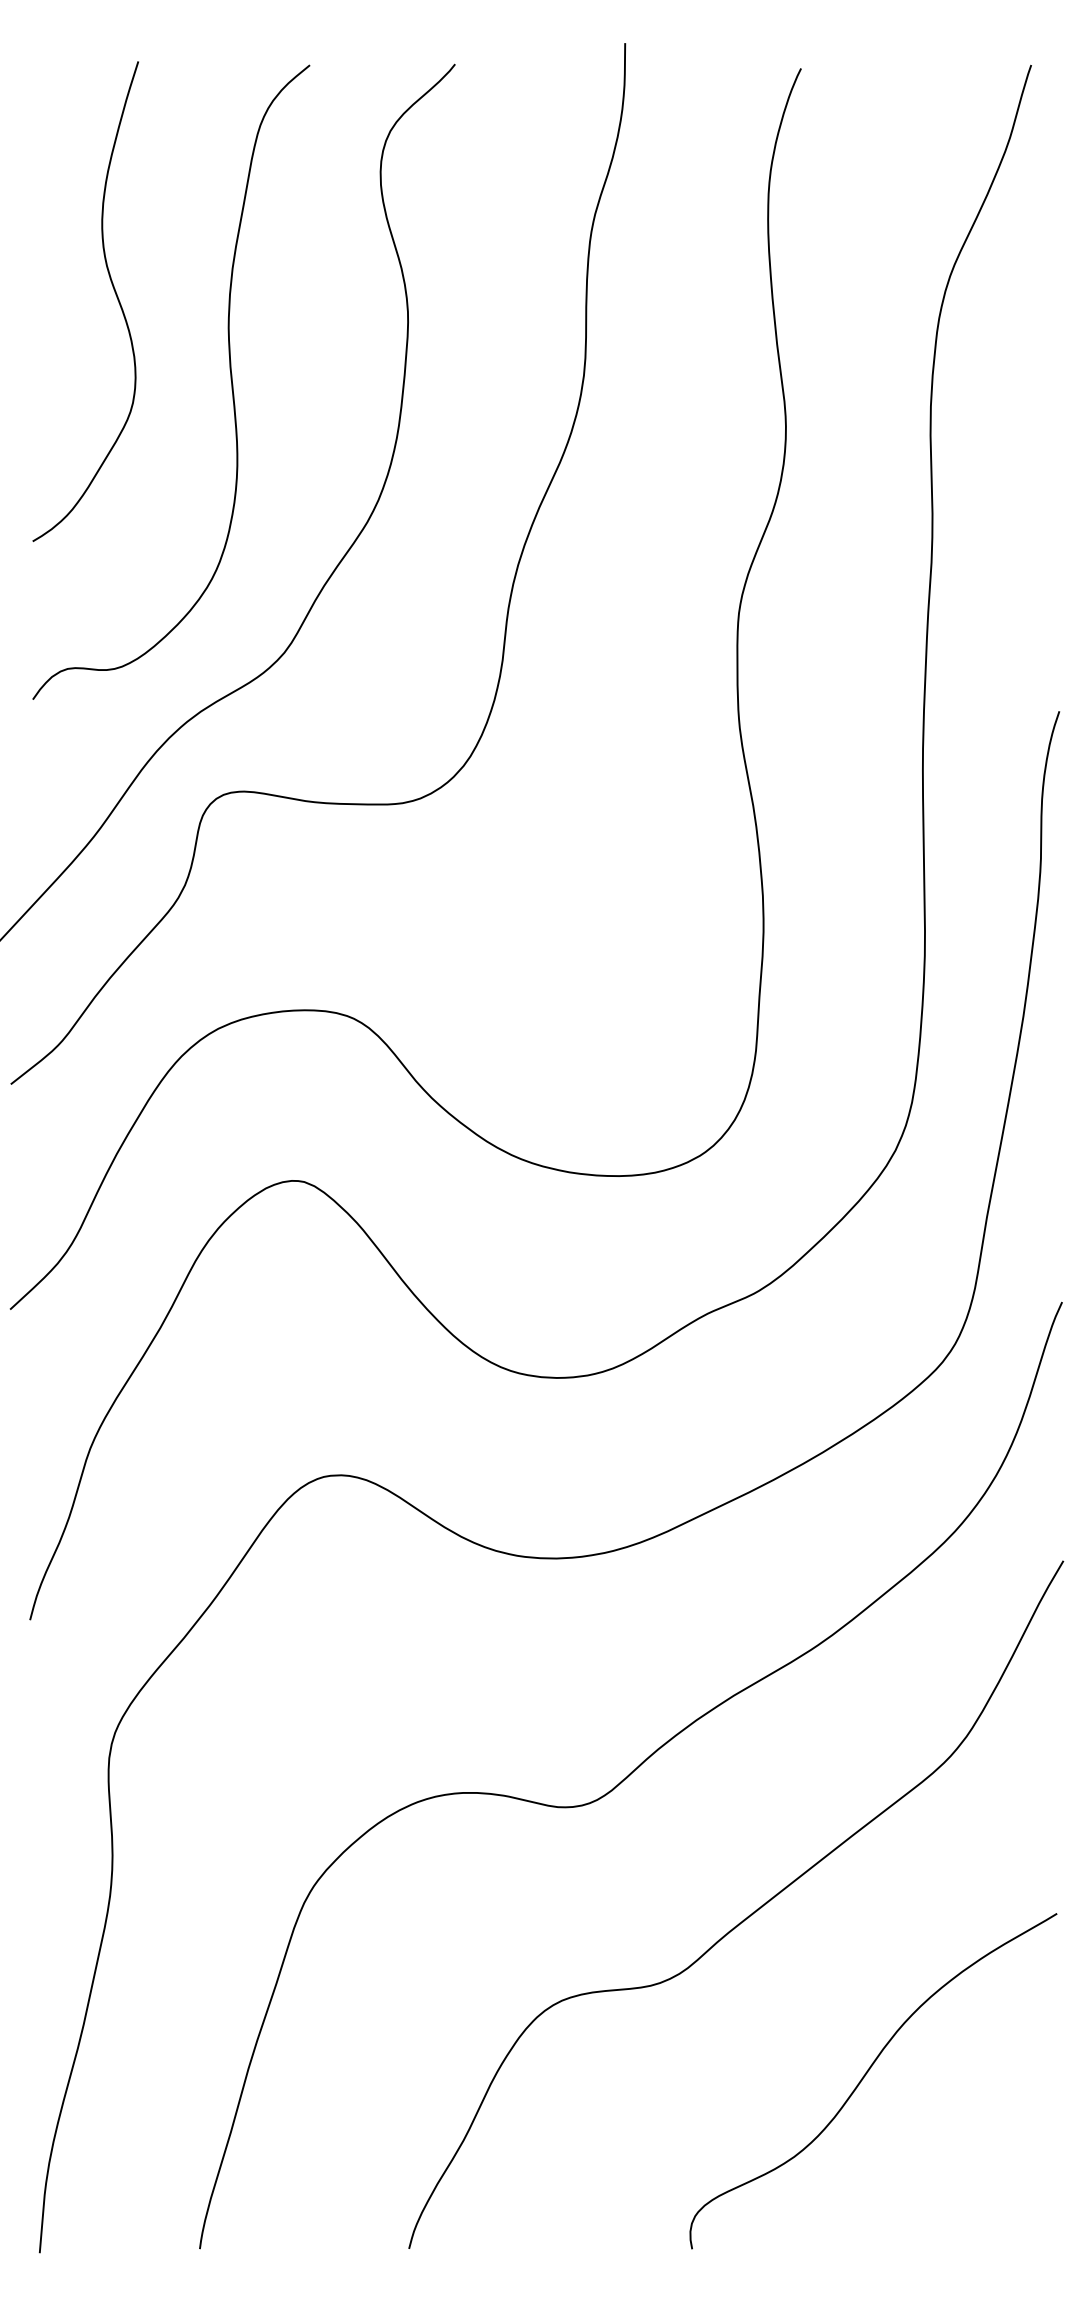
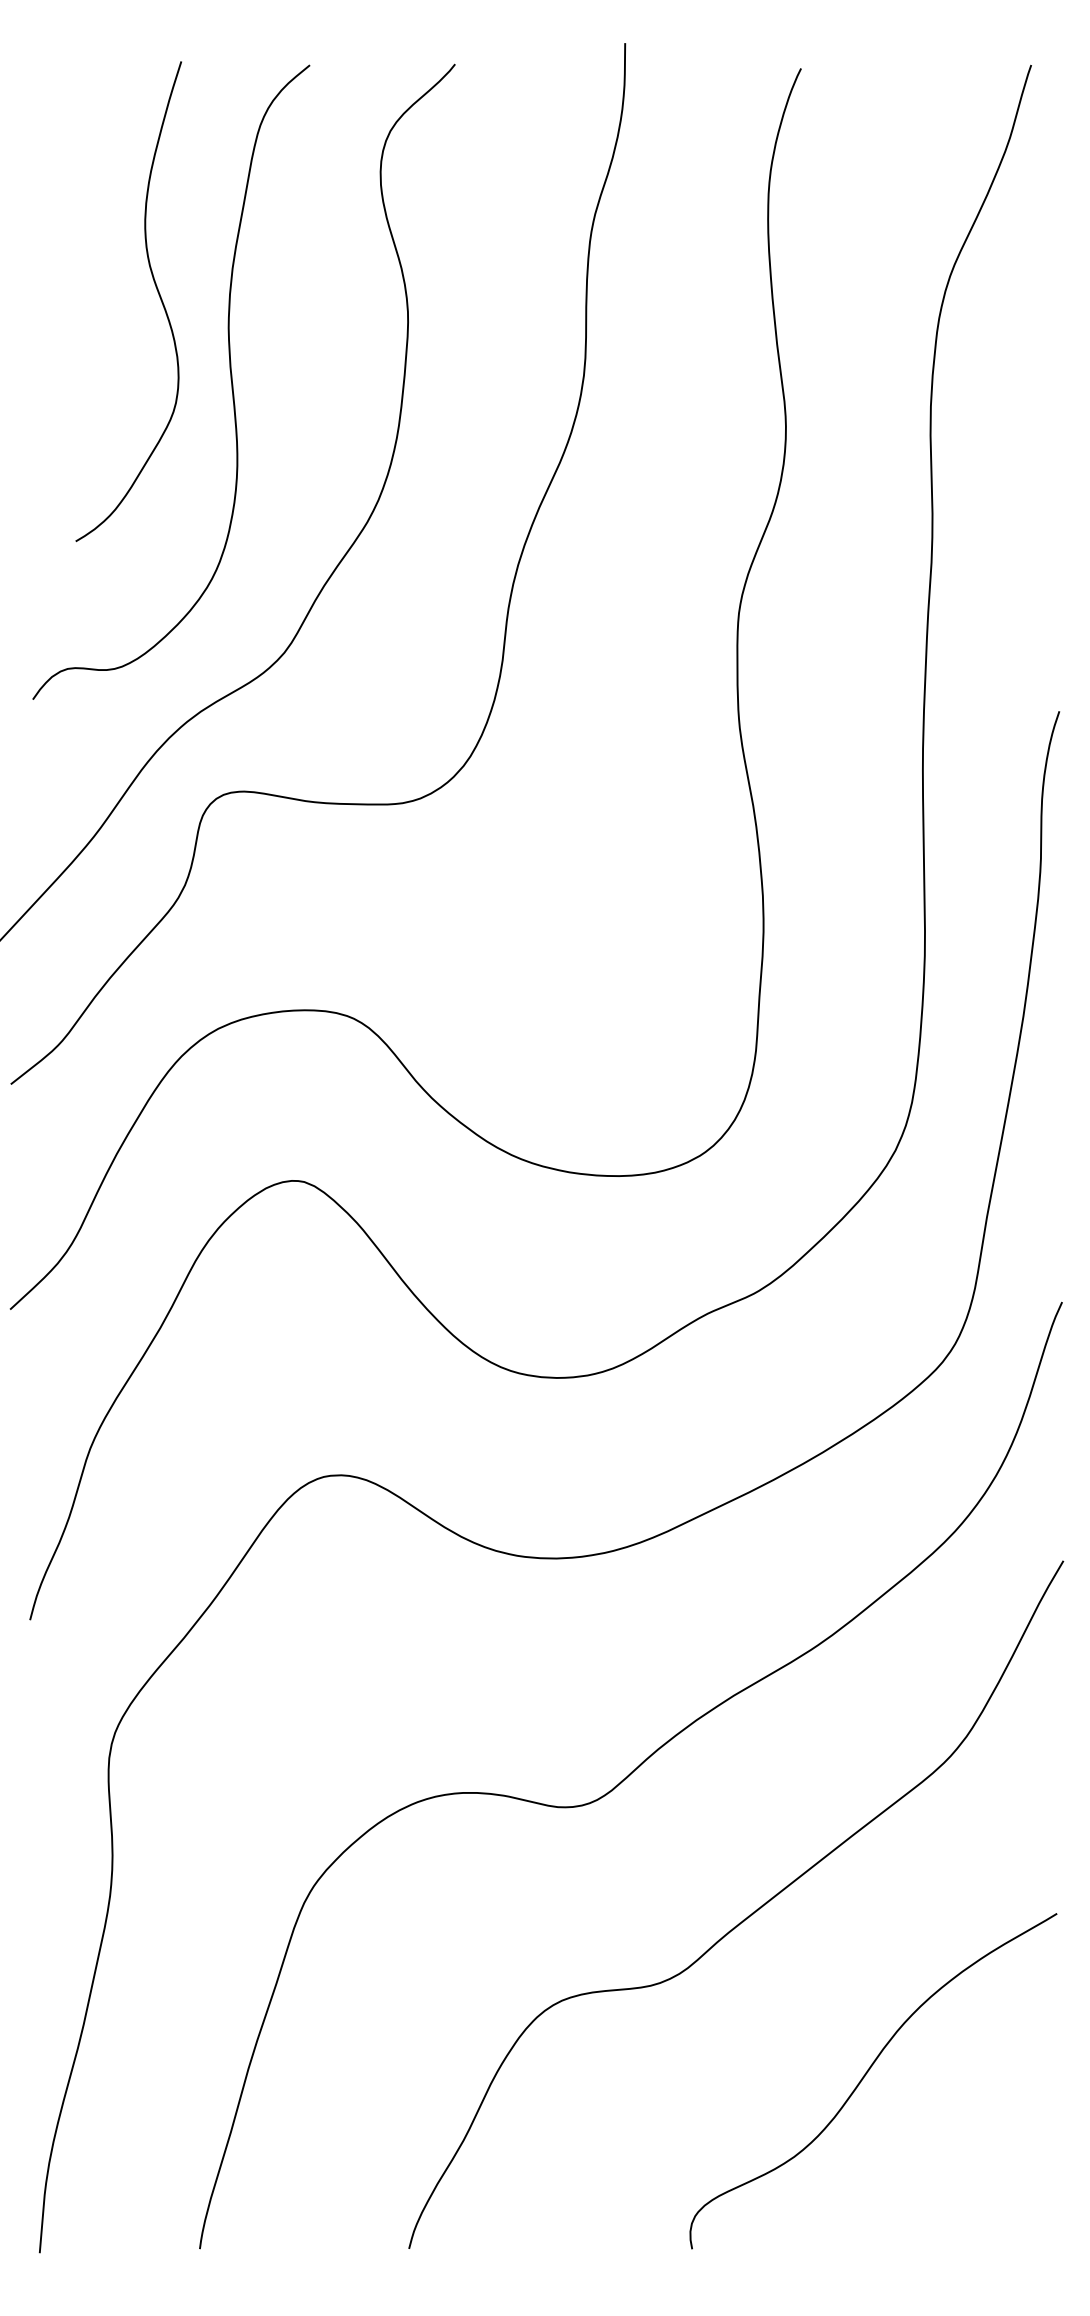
curve at (114, 292) position: (114, 292) -> (157, 292)
